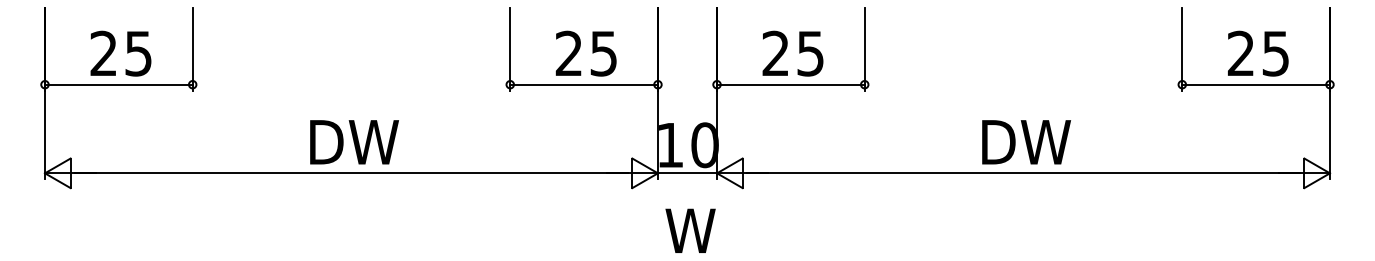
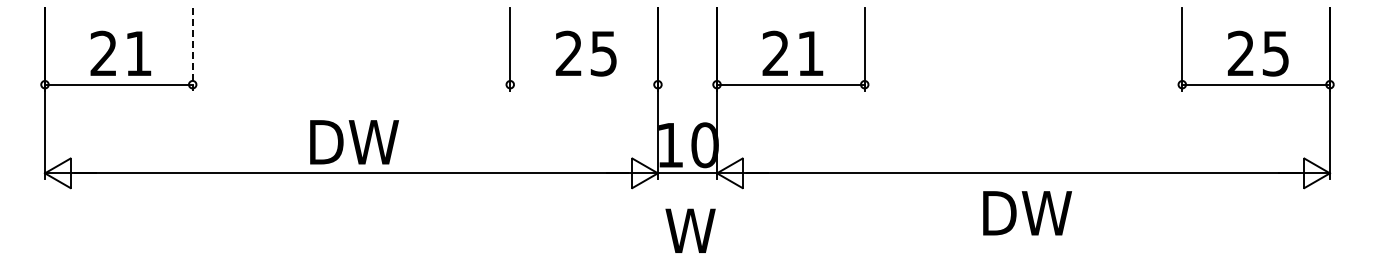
line at (192, 49): solid -> dashed
text at (138, 53): 25 -> 21
text at (810, 53): 25 -> 21
line at (583, 84): present -> none
text at (1026, 142) position: (1026, 142) -> (1027, 213)
